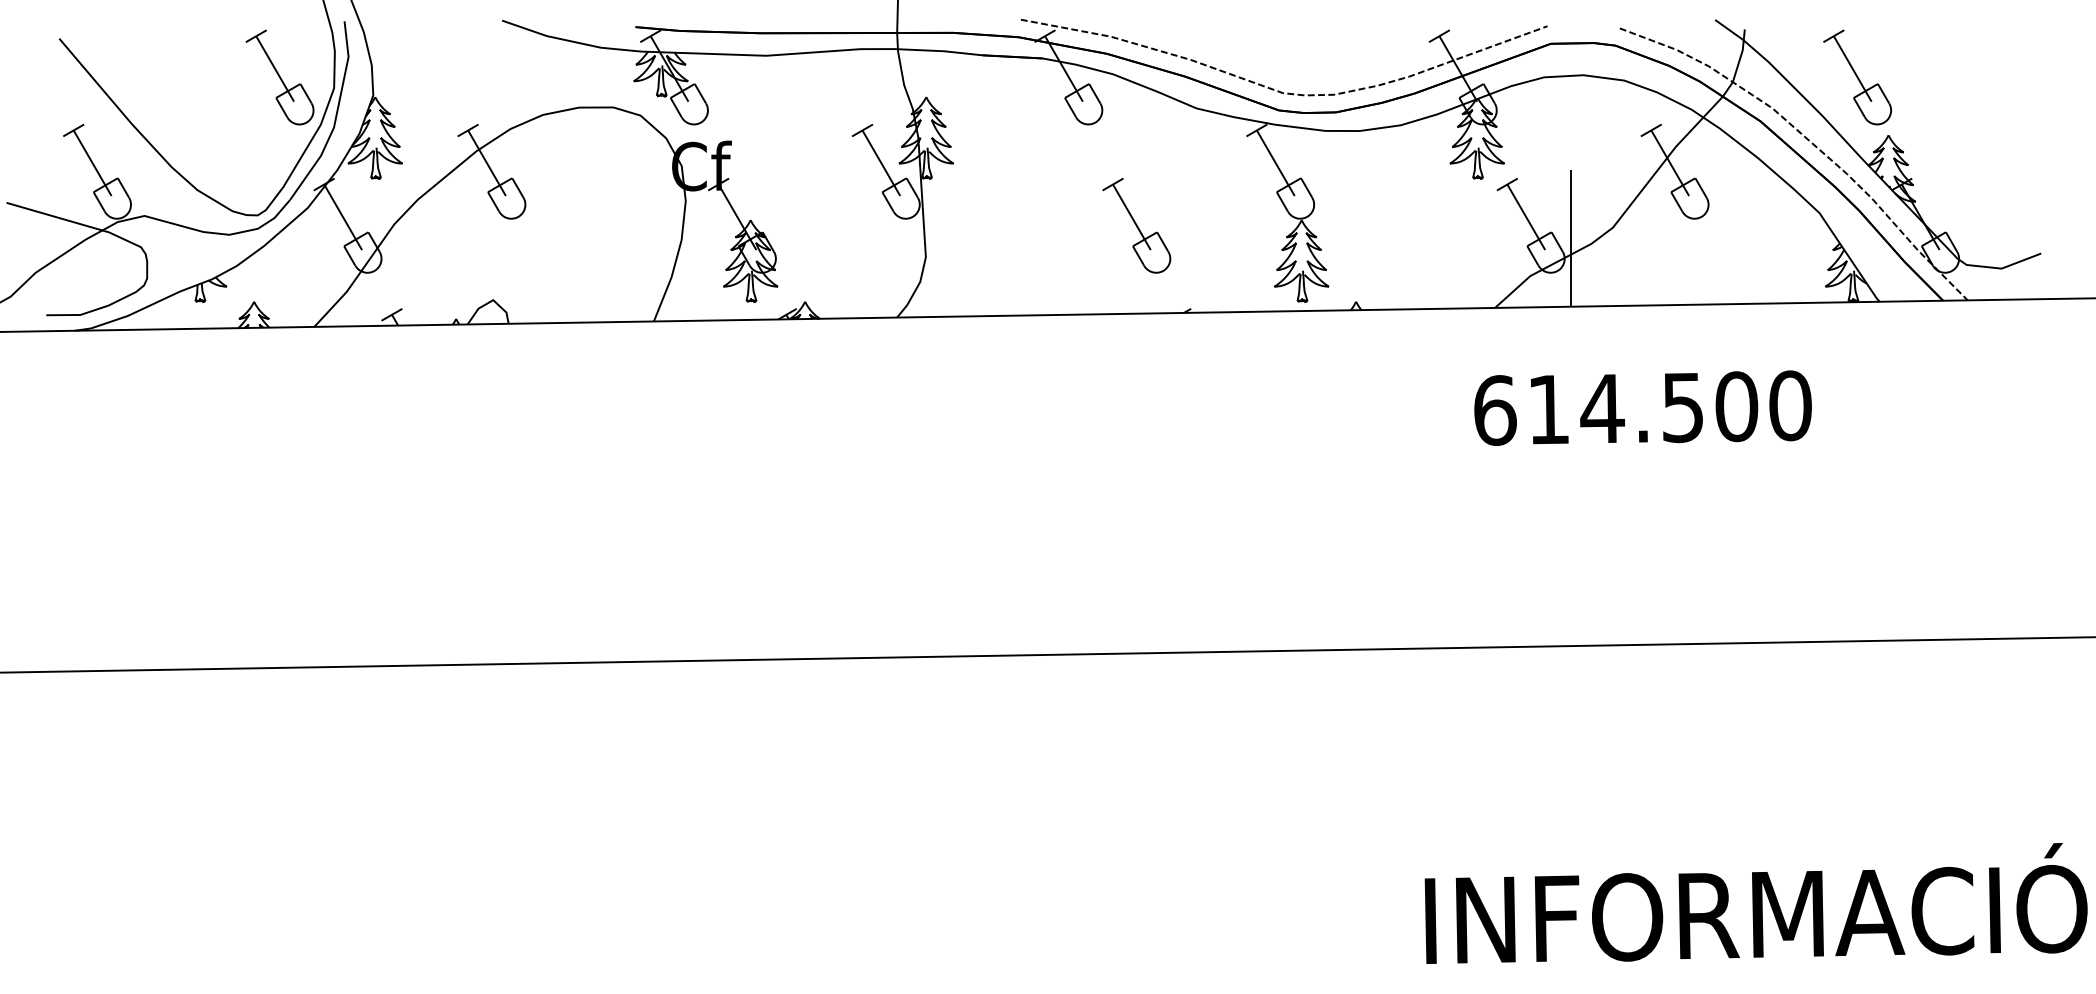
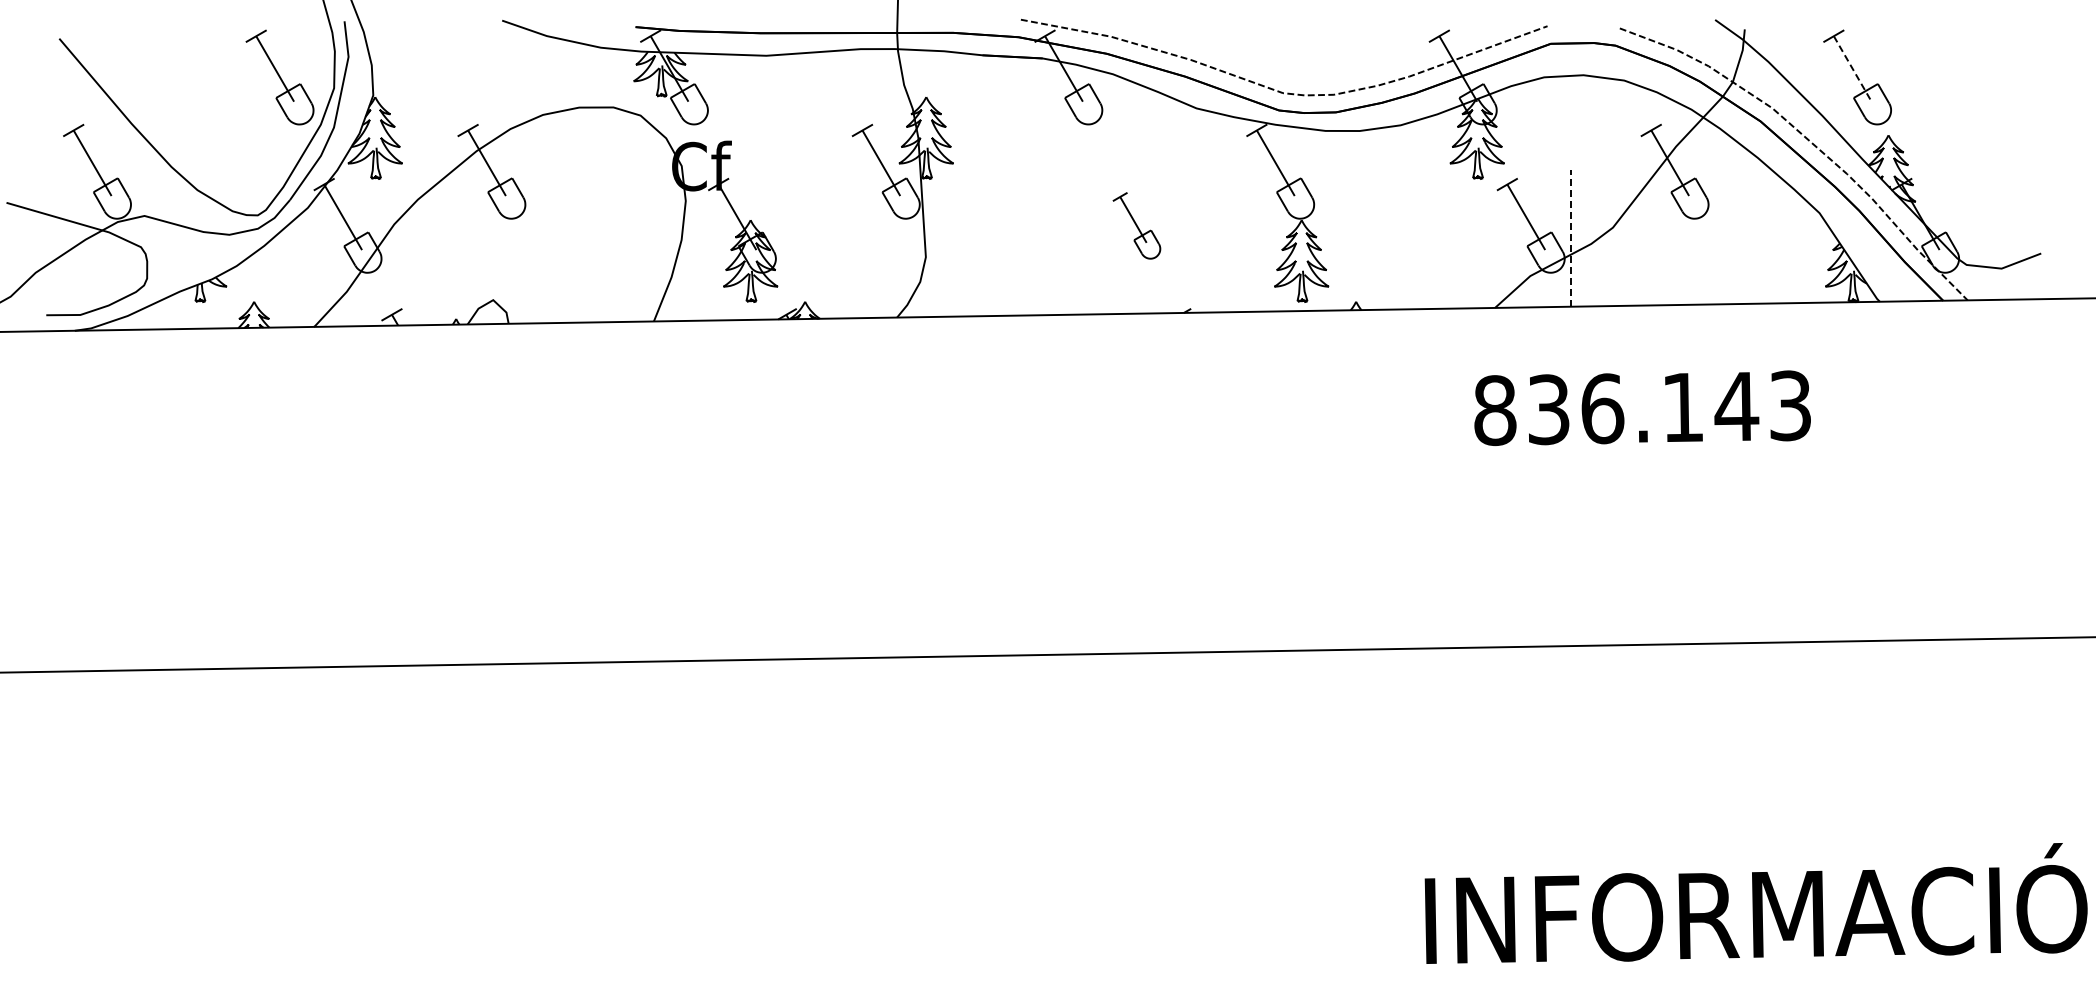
line at (1852, 68): solid -> dashed
part at (1136, 225) size: 70x96 px -> 50x68 px
line at (1570, 237): solid -> dashed
text at (1642, 407): 614.500 -> 836.143
